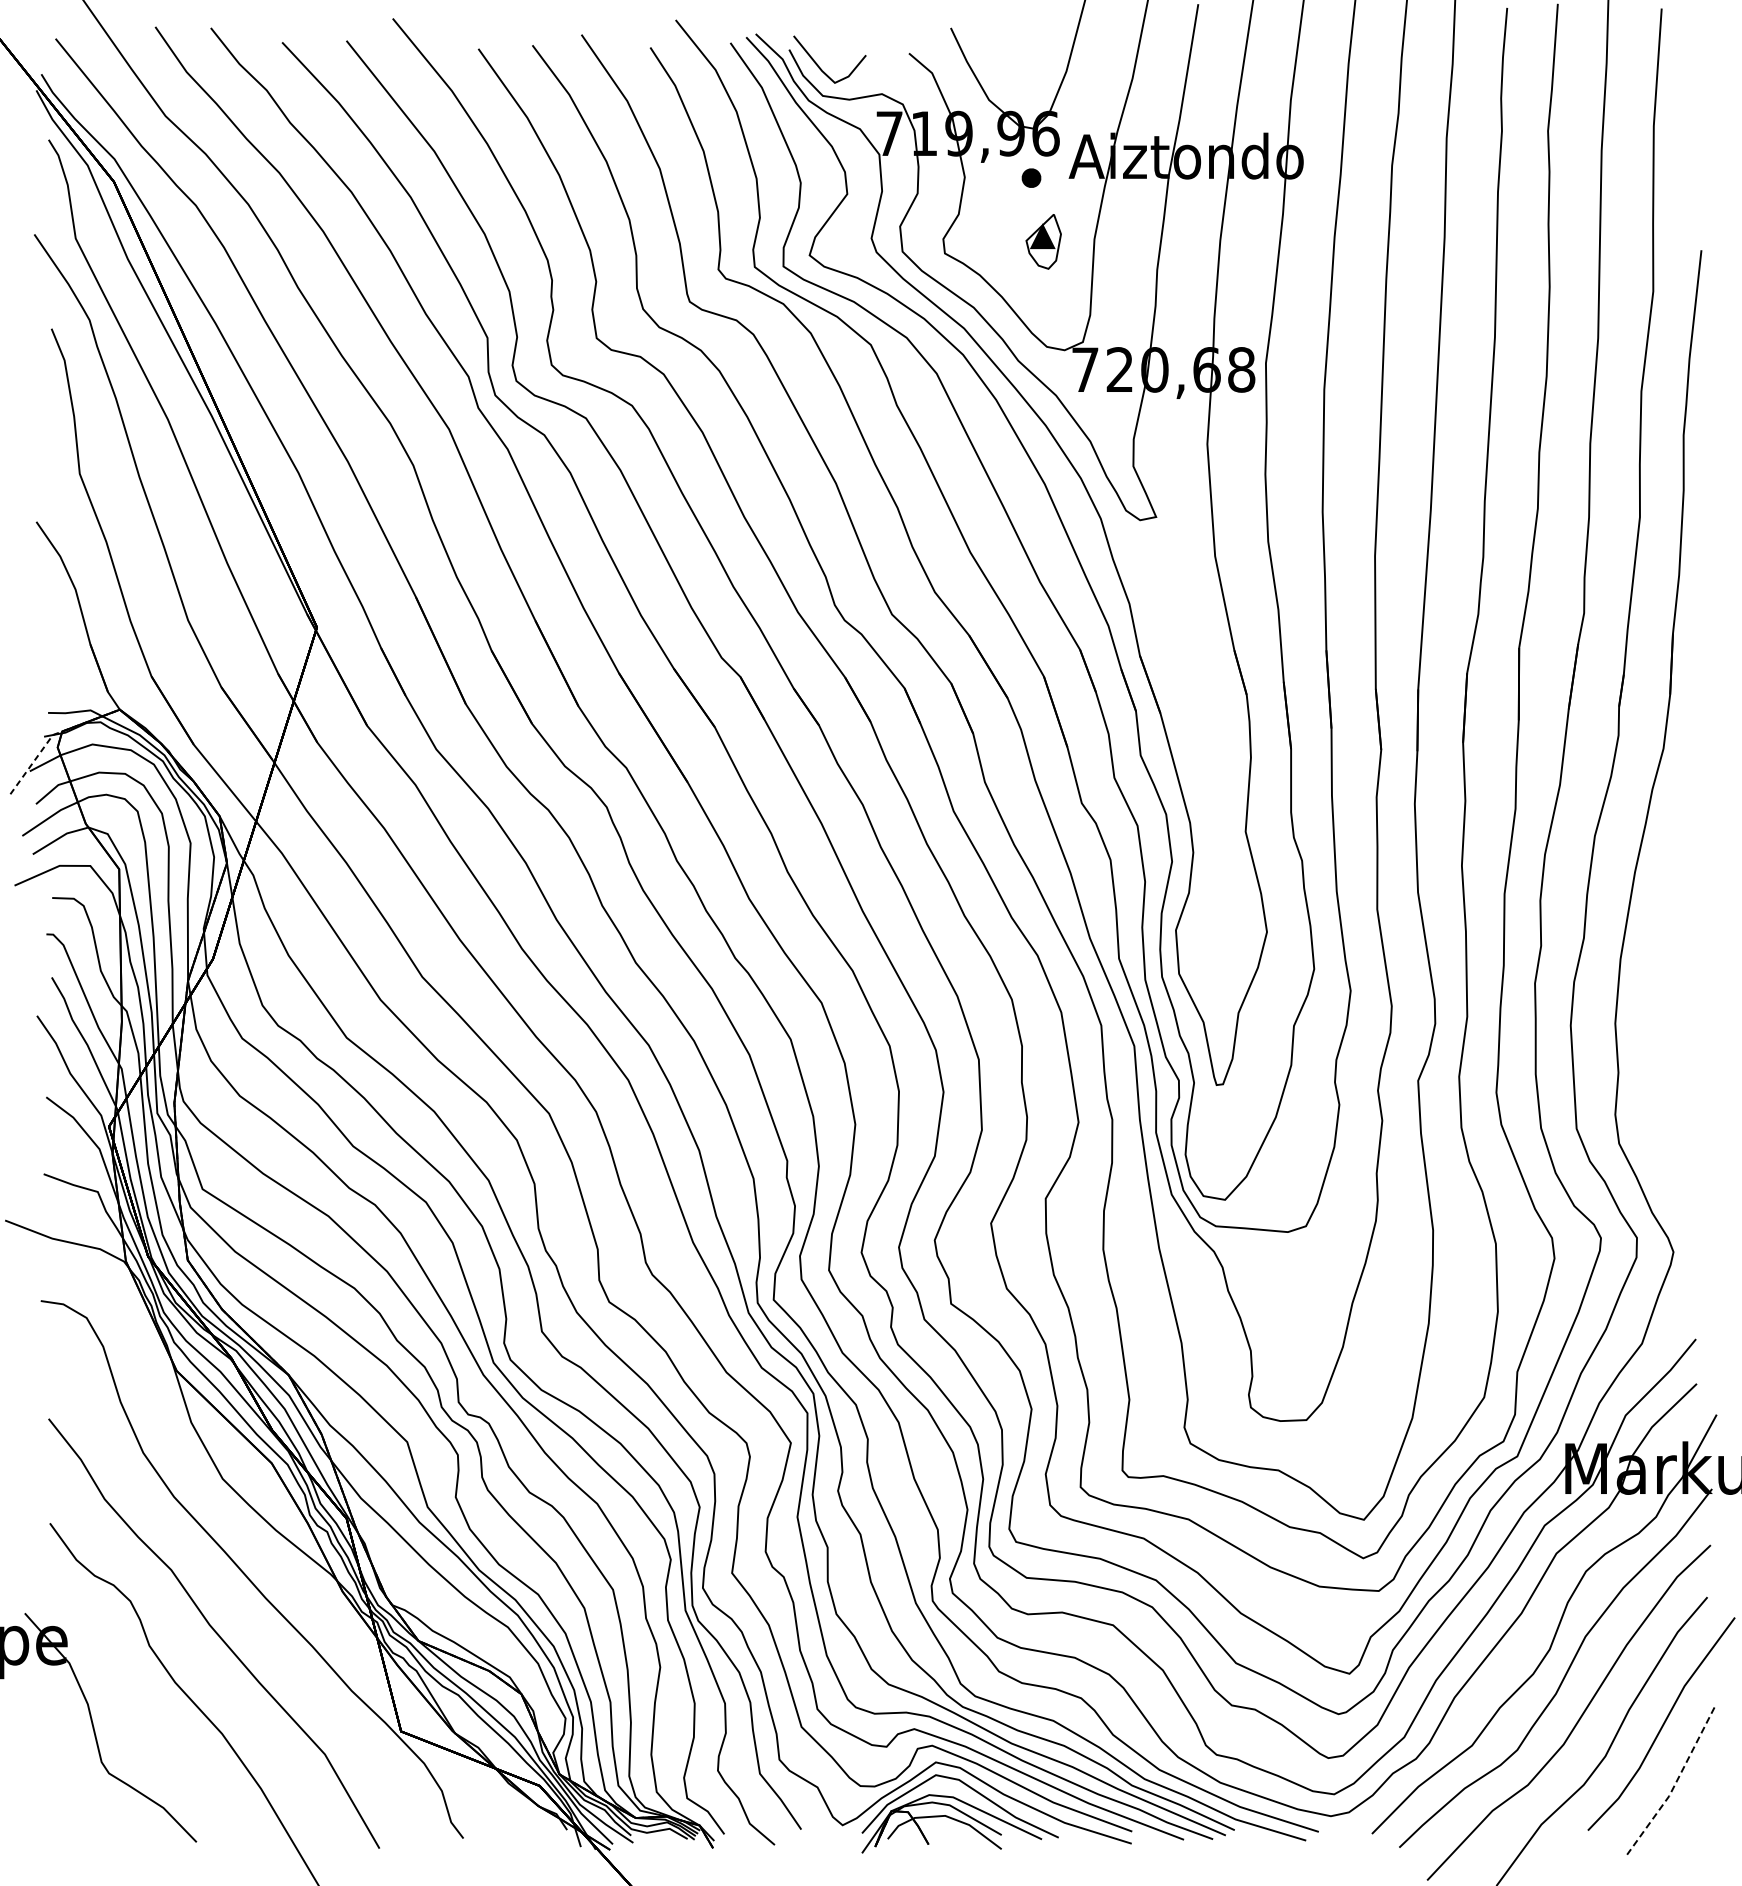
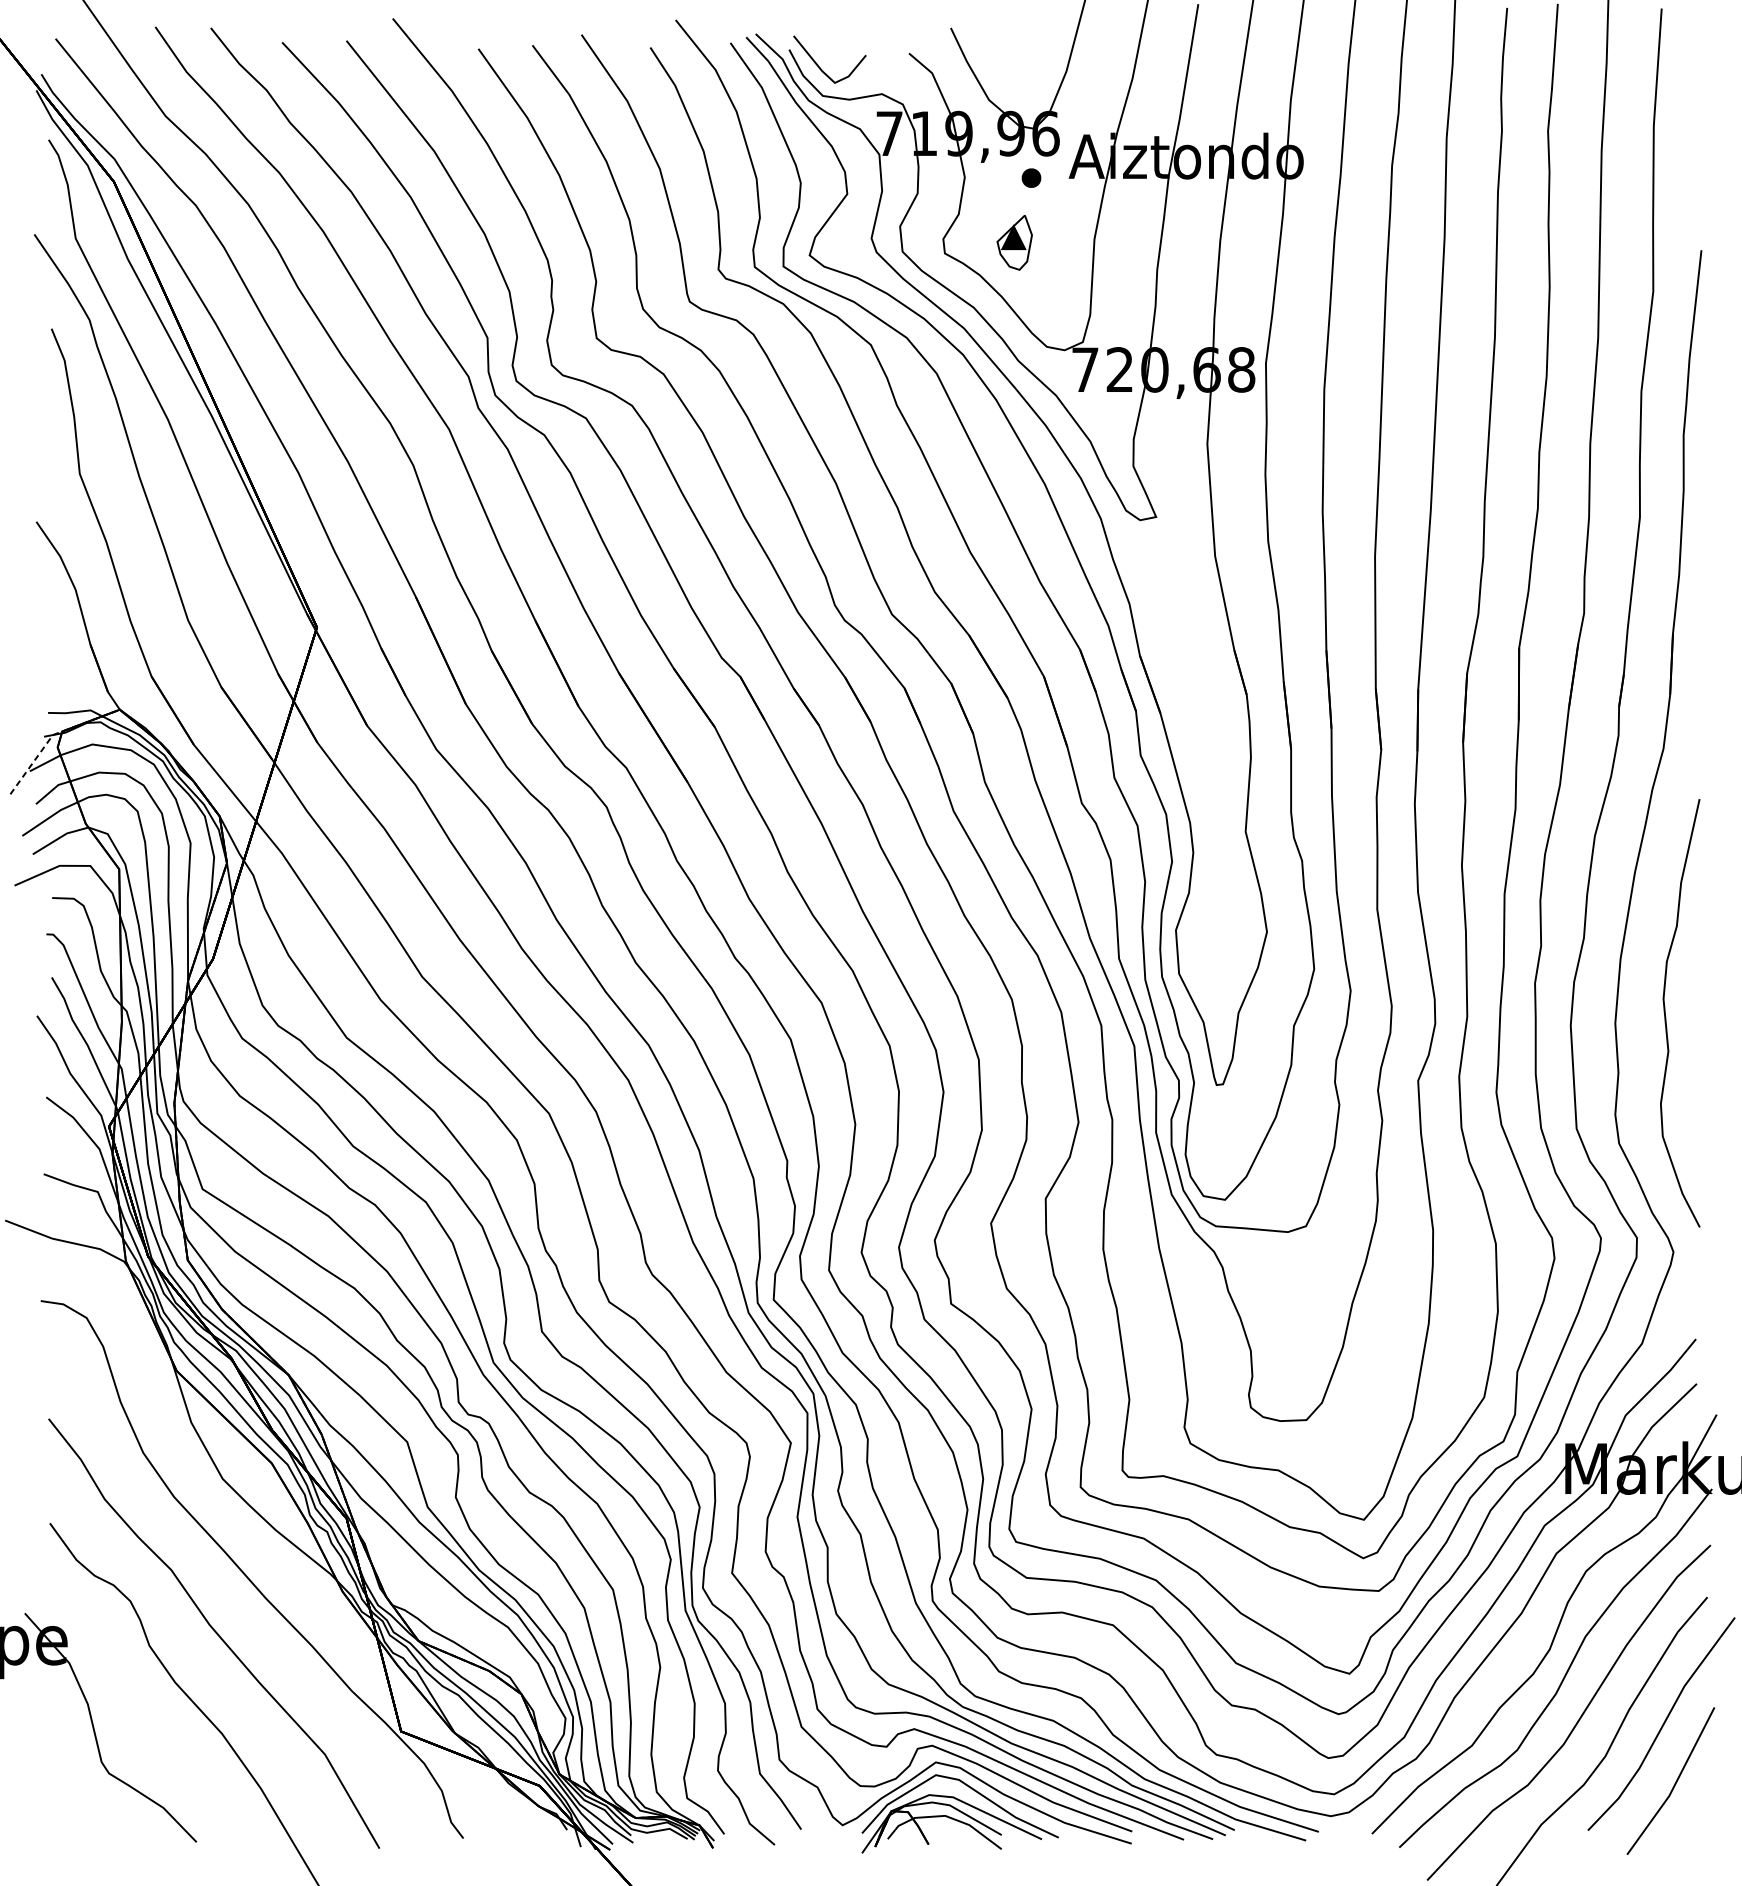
part at (1043, 241) position: (1043, 241) -> (1014, 242)
curve at (1666, 1016): none -> present
line at (1675, 1784): dashed -> solid
